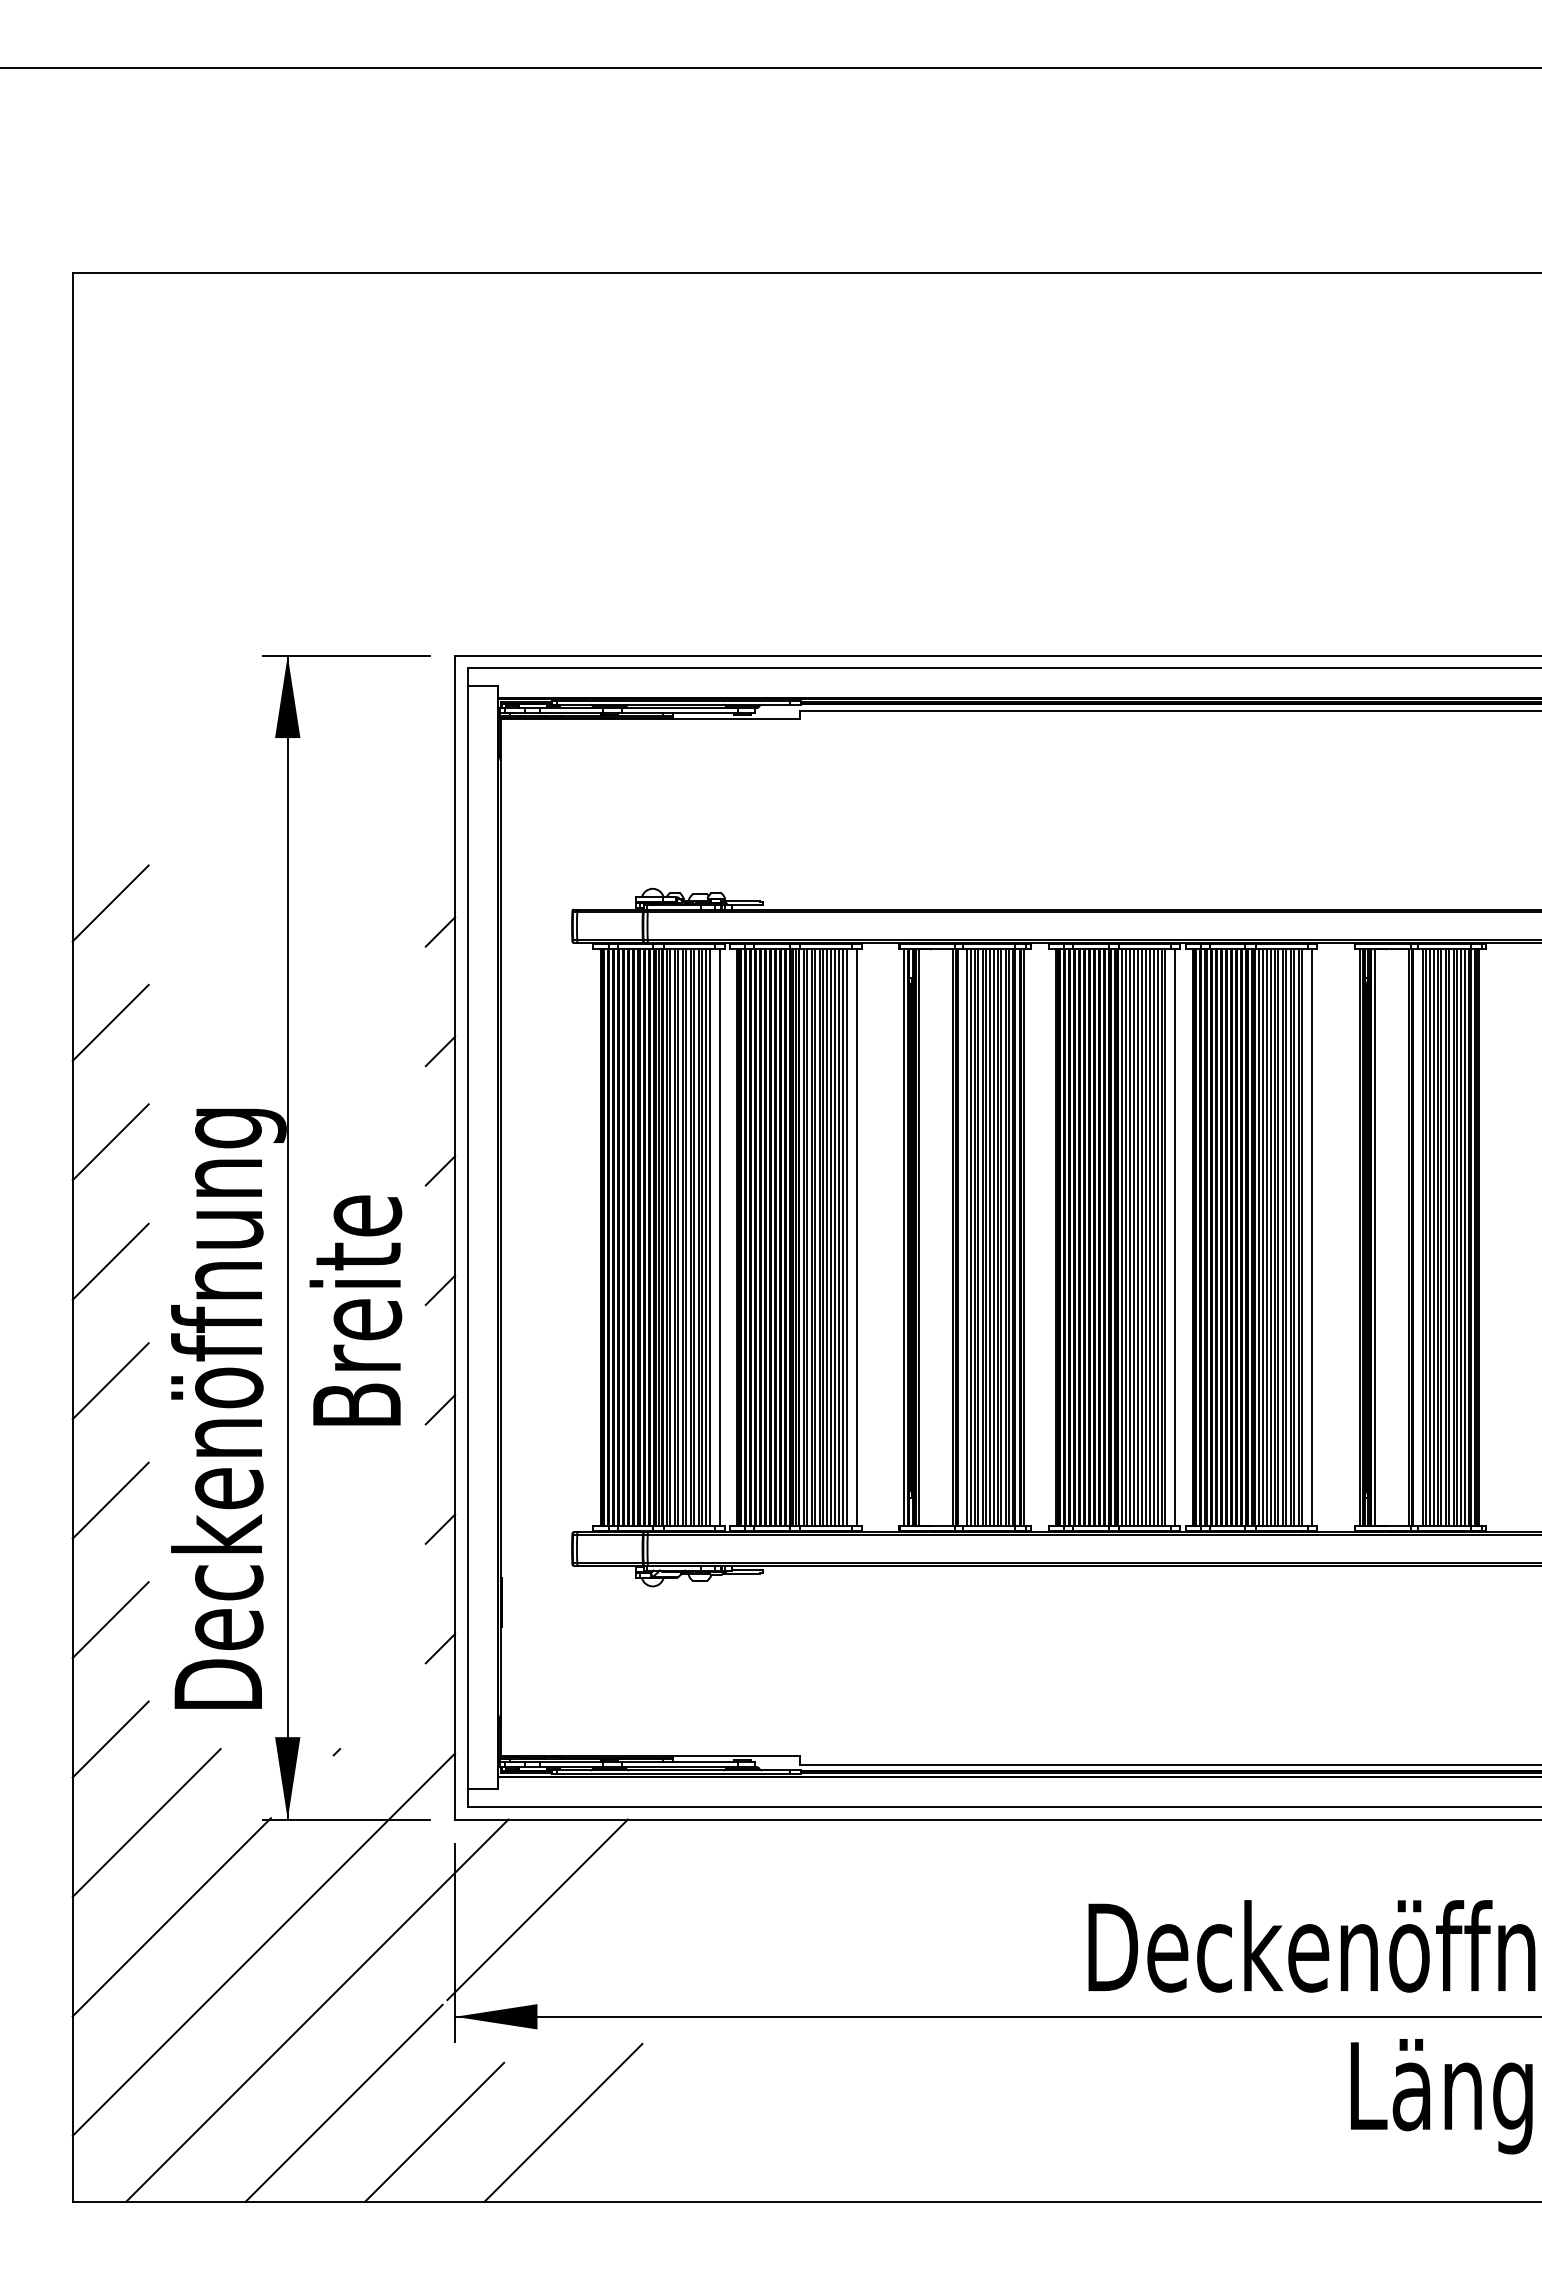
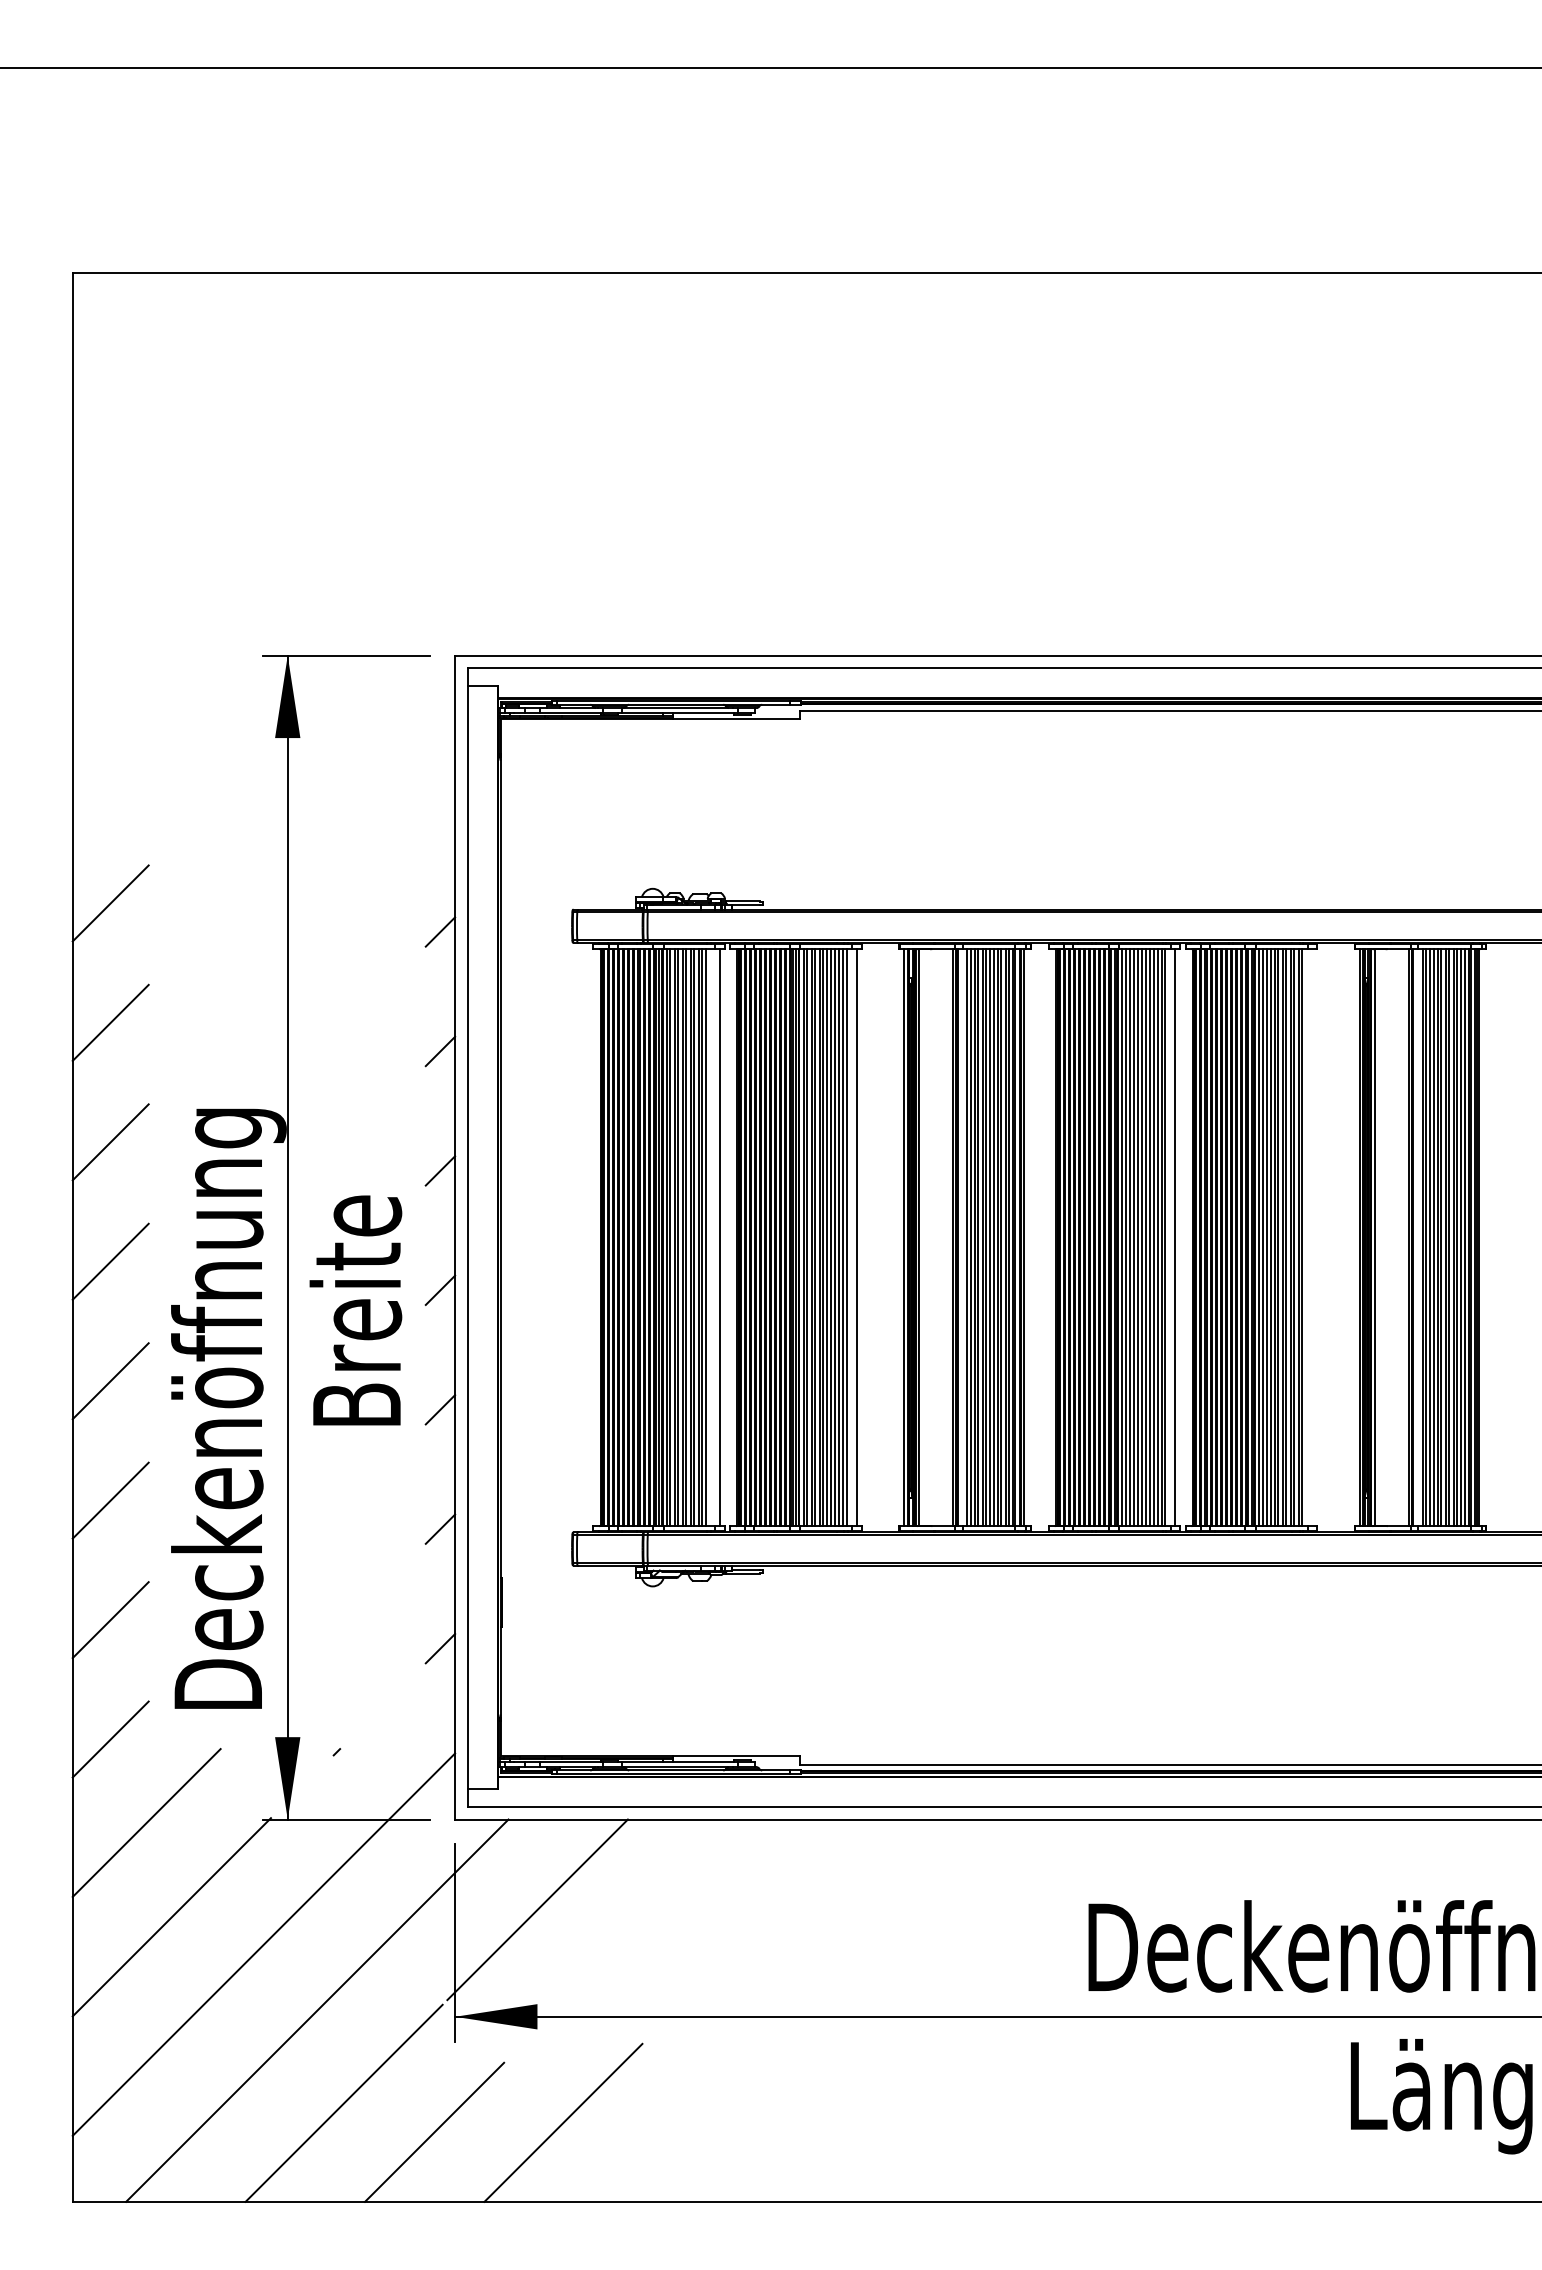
line at (709, 1237): present -> none
line at (1312, 1237): present -> none
